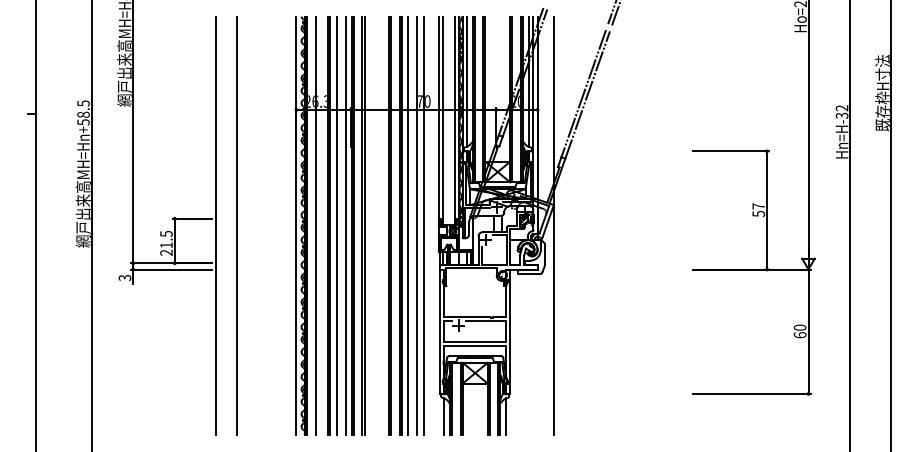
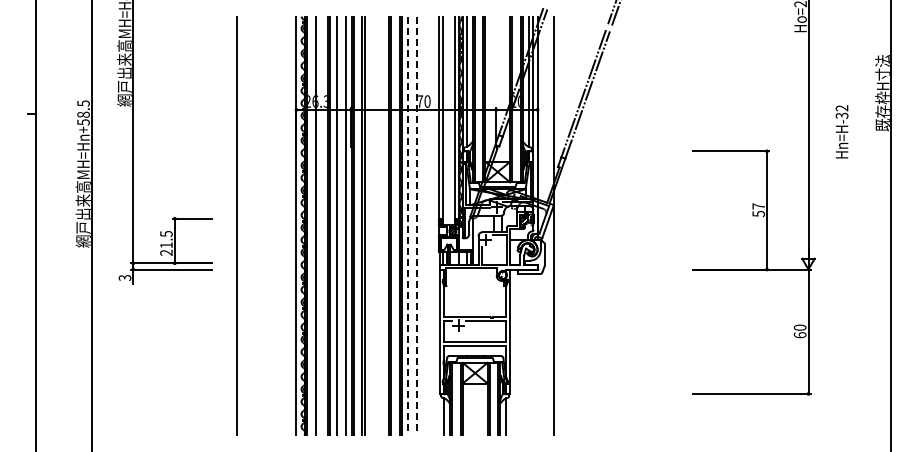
line at (216, 225): present -> none
line at (424, 225): present -> none
line at (849, 225): present -> none
line at (408, 226): solid -> dashed
line at (416, 226): solid -> dashed
